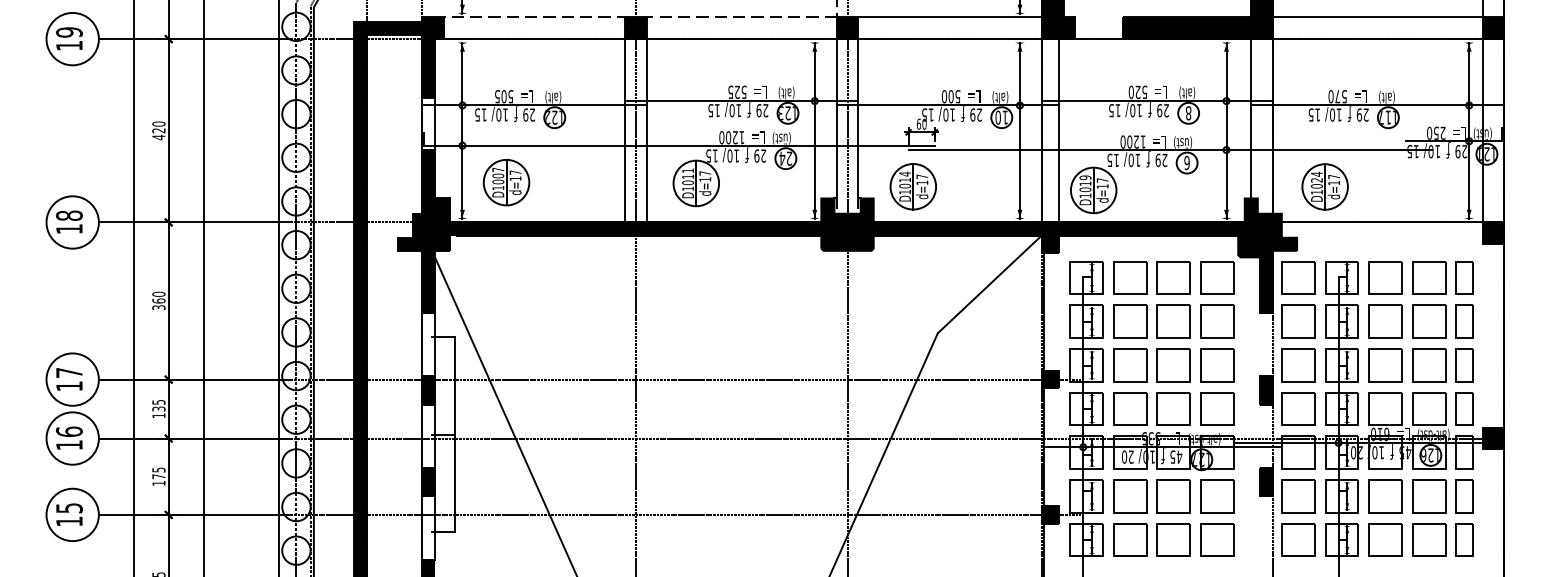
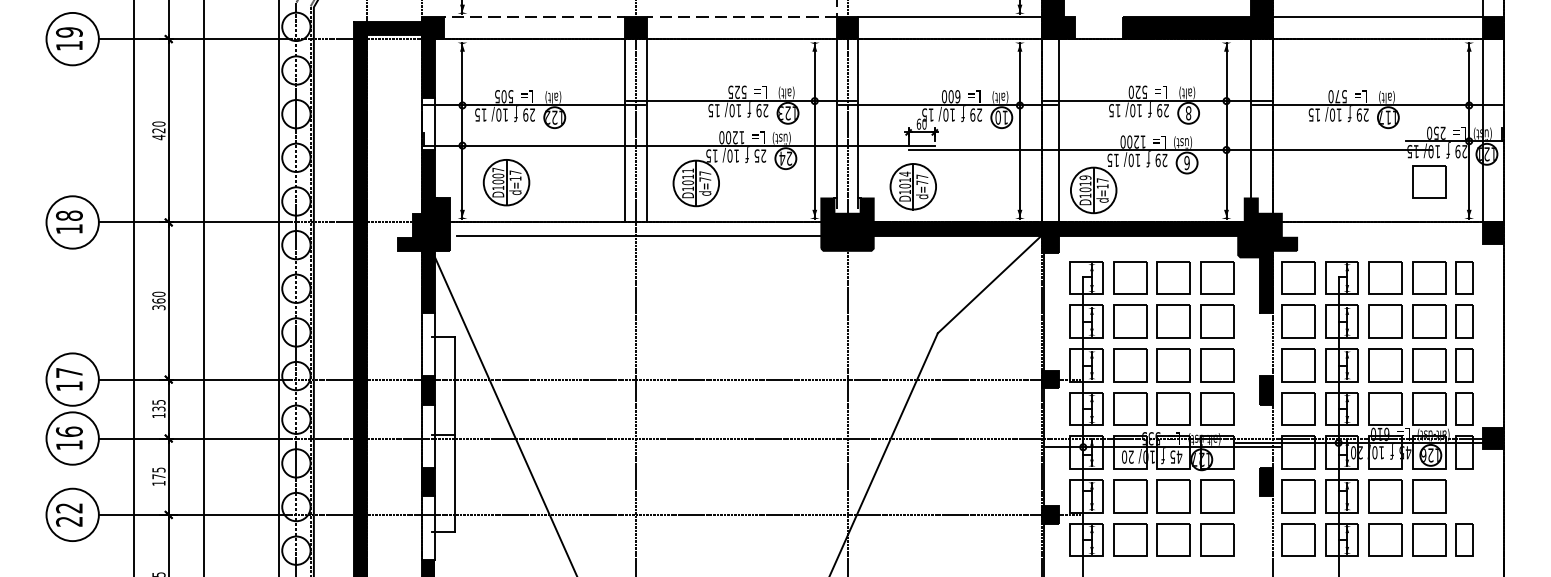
text at (957, 96): 500 -> 600
text at (756, 155): 29 -> 25
text at (705, 179): d=17 -> d=77
part at (1429, 181): none -> present
text at (922, 182): d=17 -> d=77
part at (1324, 186): present -> none
fill at (635, 228): present -> none
part at (1464, 496): present -> none
text at (69, 514): 15 -> 22
